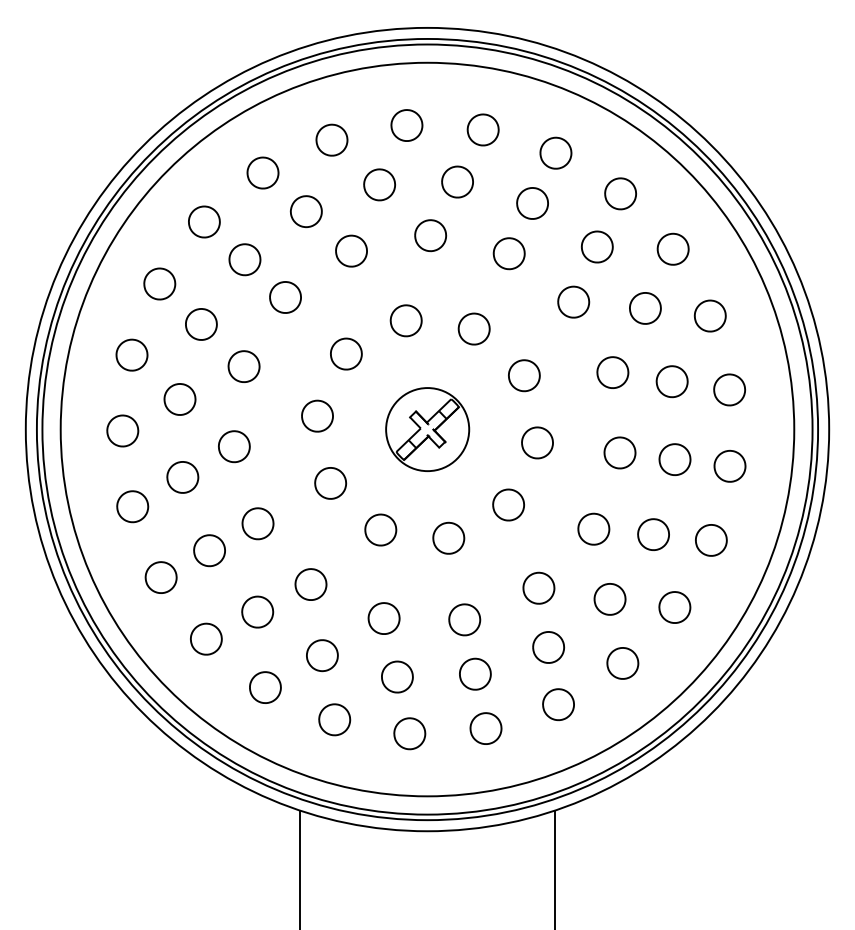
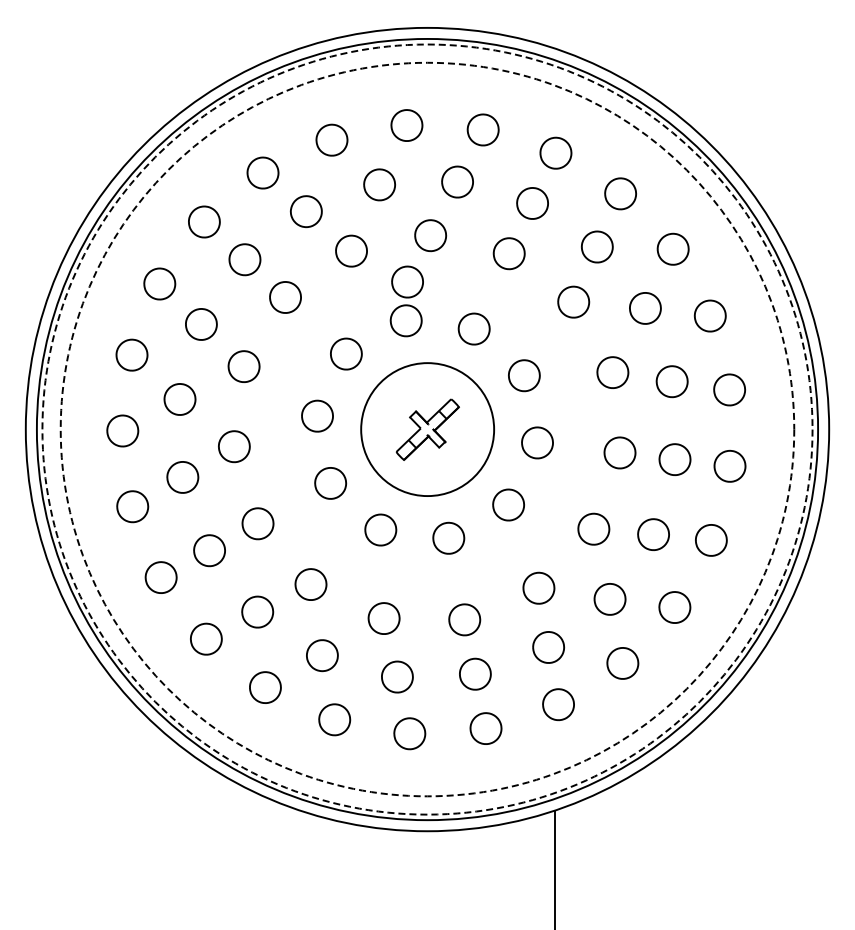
part at (407, 281): none -> present
circle at (427, 429) diameter: 83 px -> 133 px
circle at (427, 429): solid -> dashed
circle at (427, 429): solid -> dashed
line at (300, 868): present -> none
